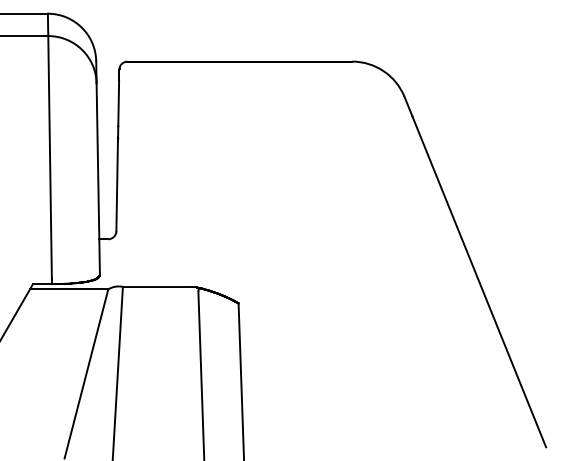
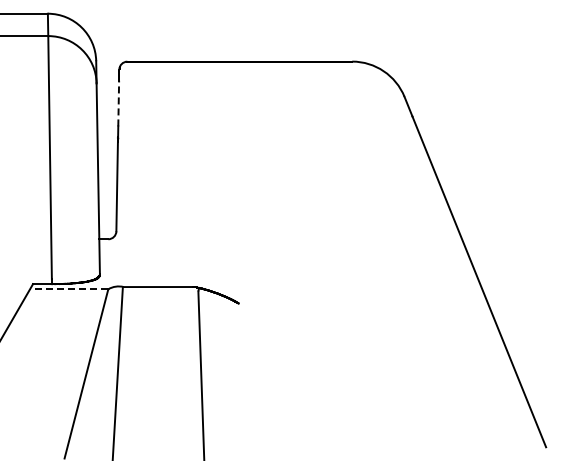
line at (118, 103): solid -> dashed
line at (68, 289): solid -> dashed
line at (240, 380): present -> none
